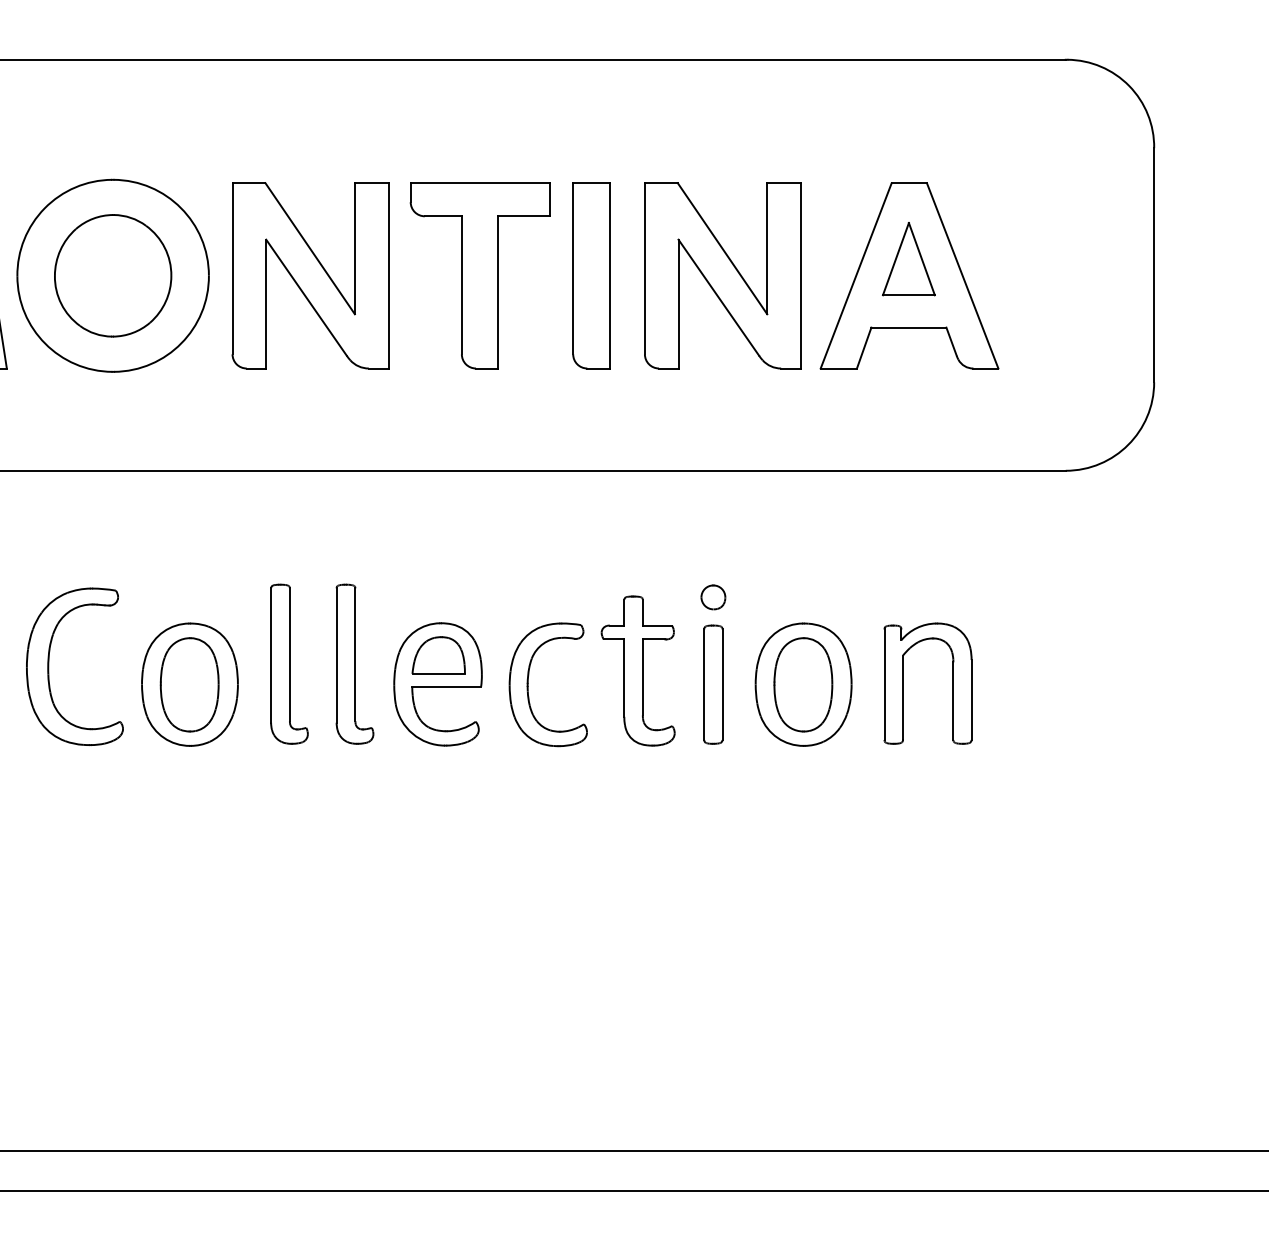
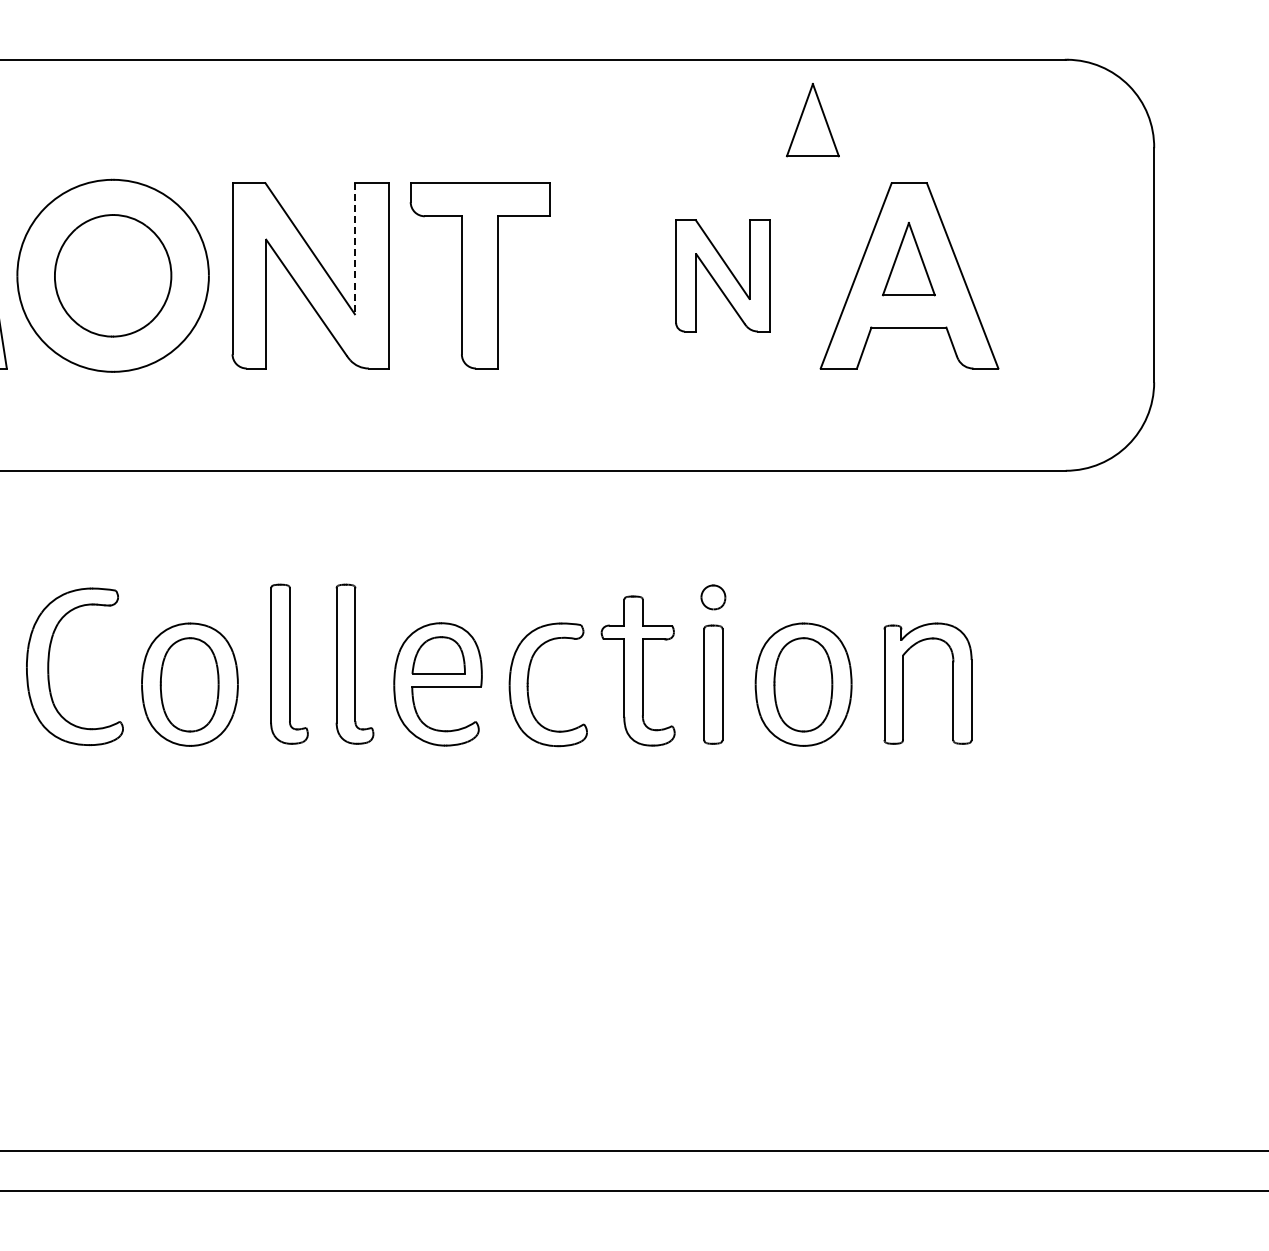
part at (812, 120): none -> present
line at (354, 248): solid -> dashed
part at (591, 275): present -> none
part at (722, 275) size: 158x188 px -> 96x114 px
